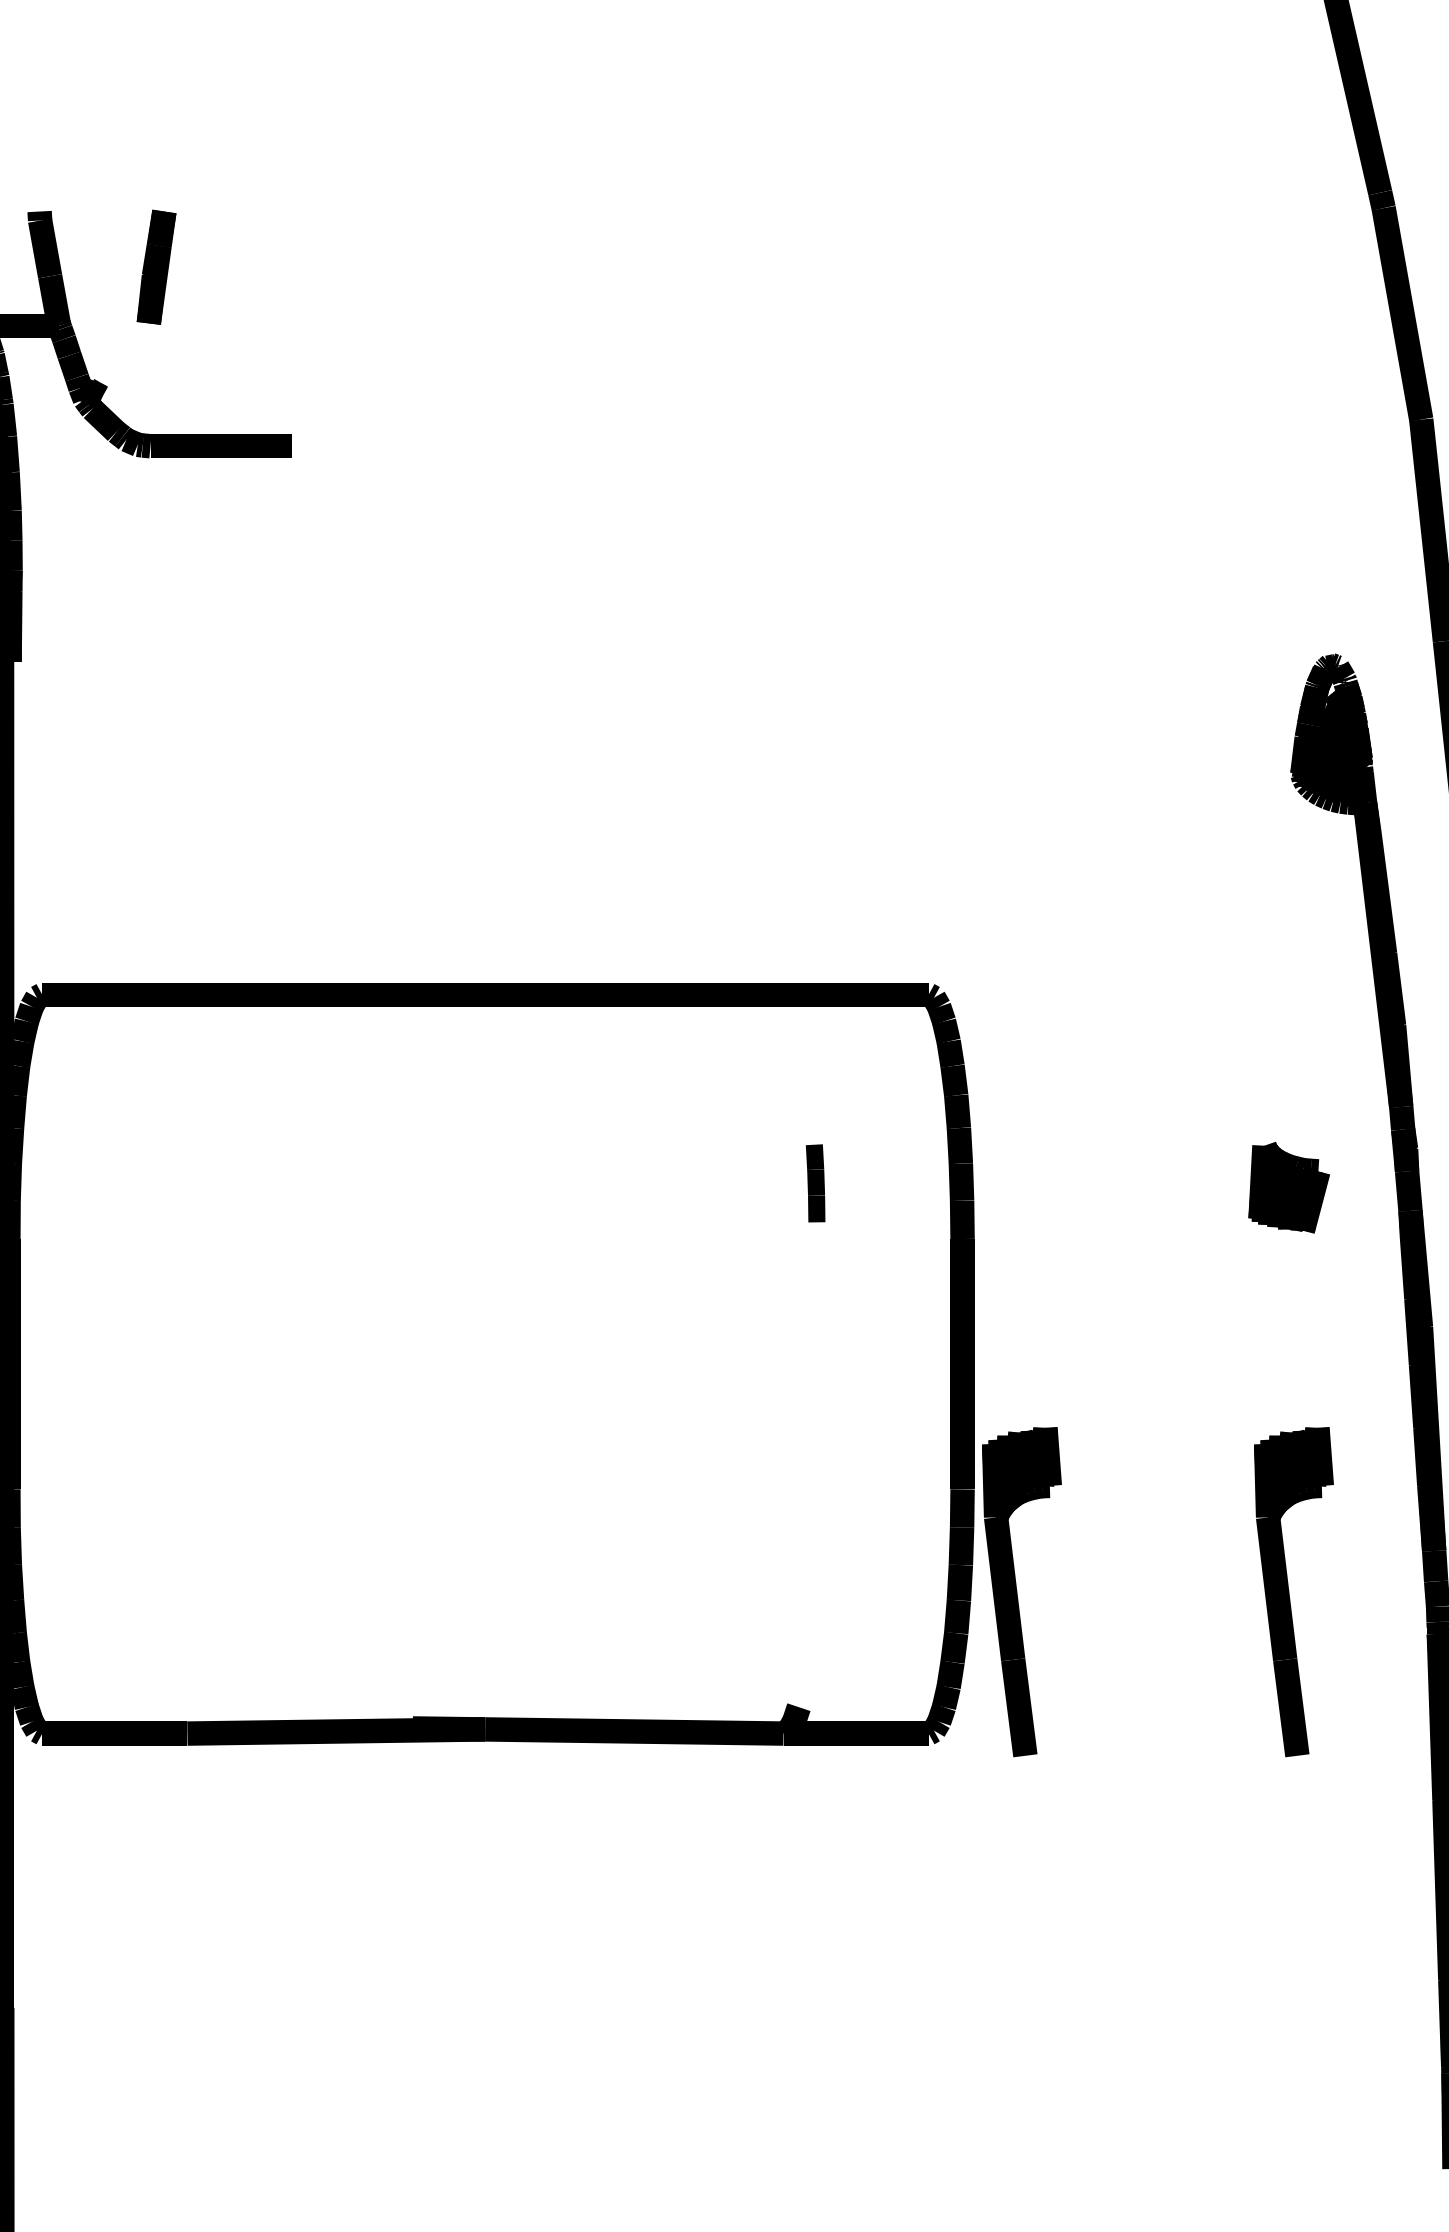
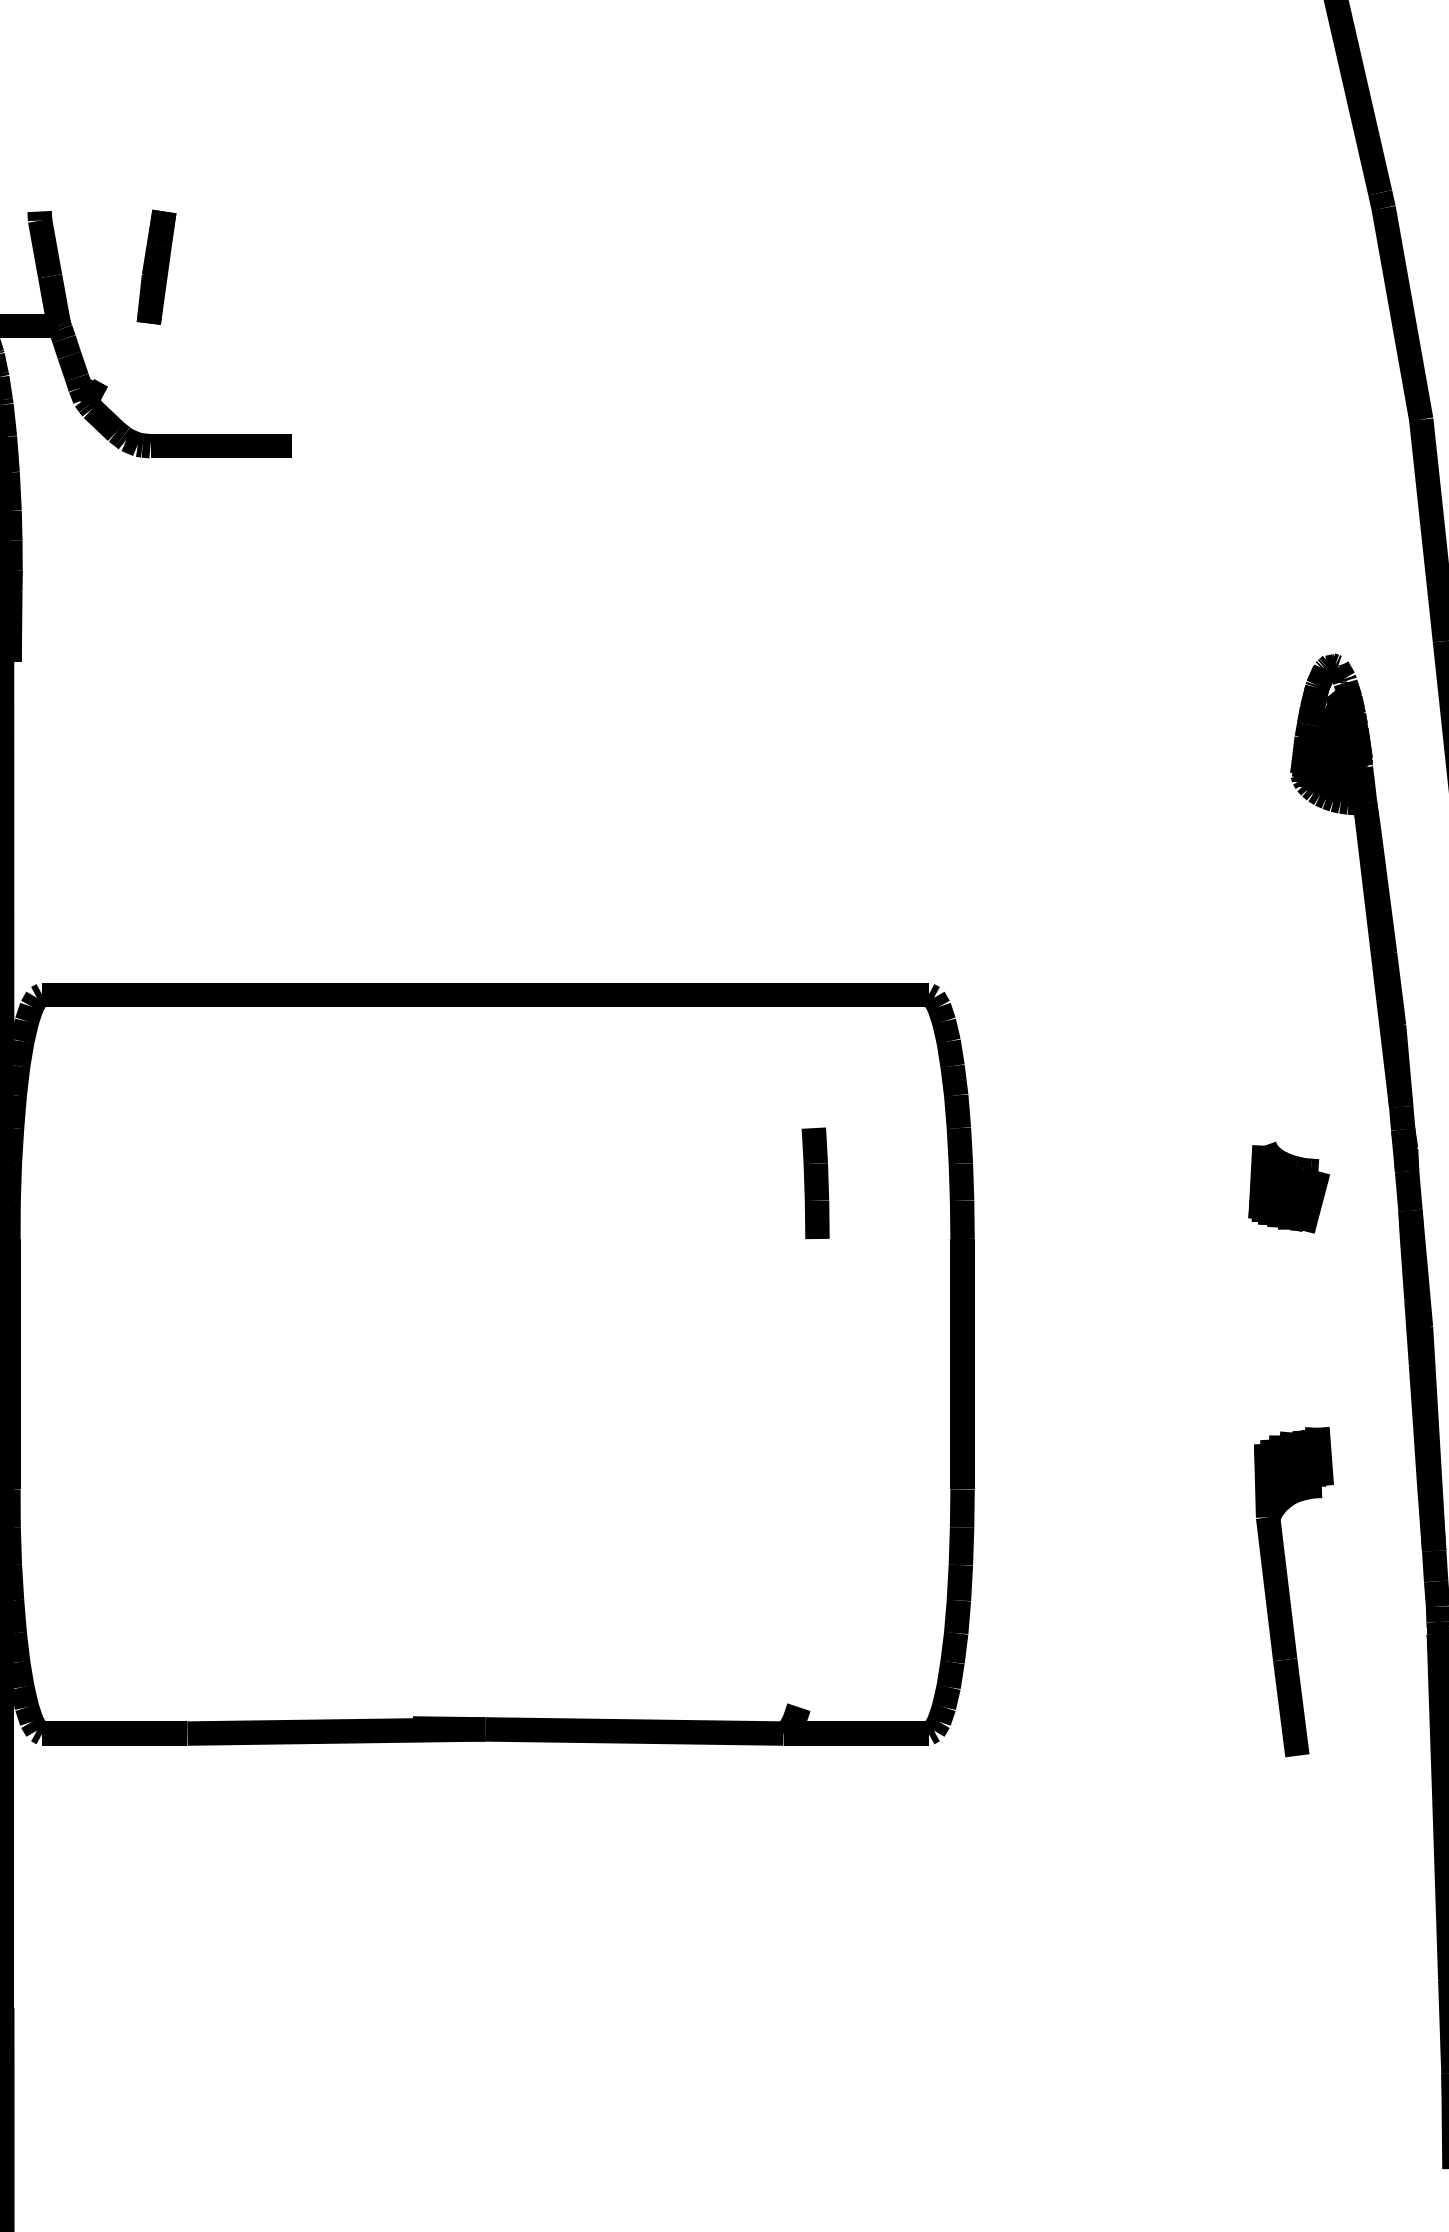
part at (815, 1183) size: 21x79 px -> 29x113 px
part at (1021, 1592): present -> none
